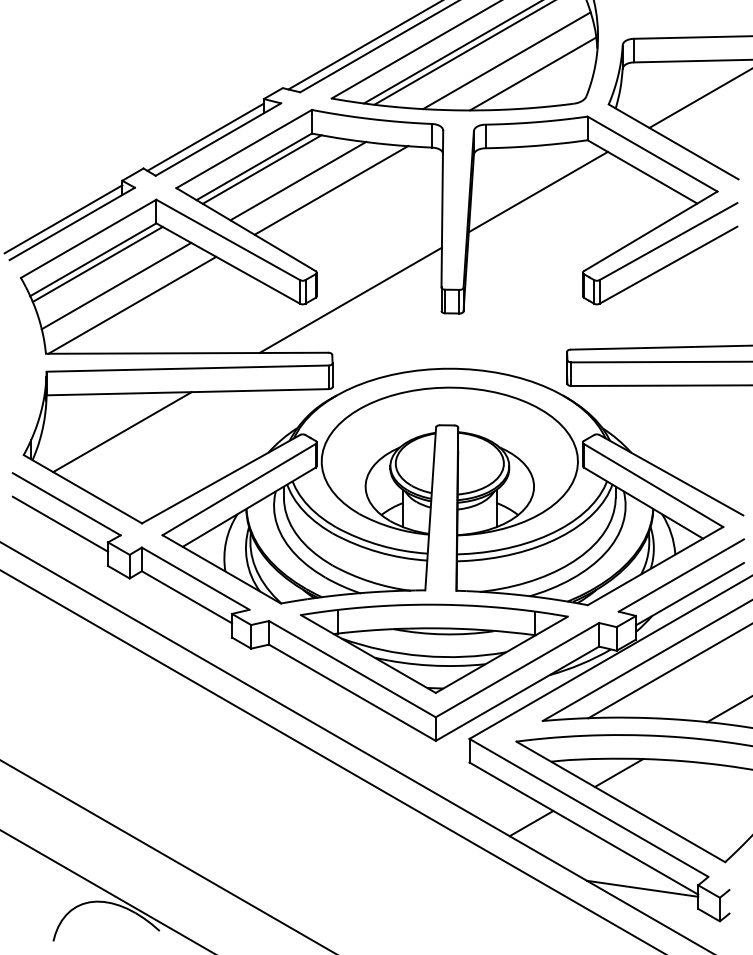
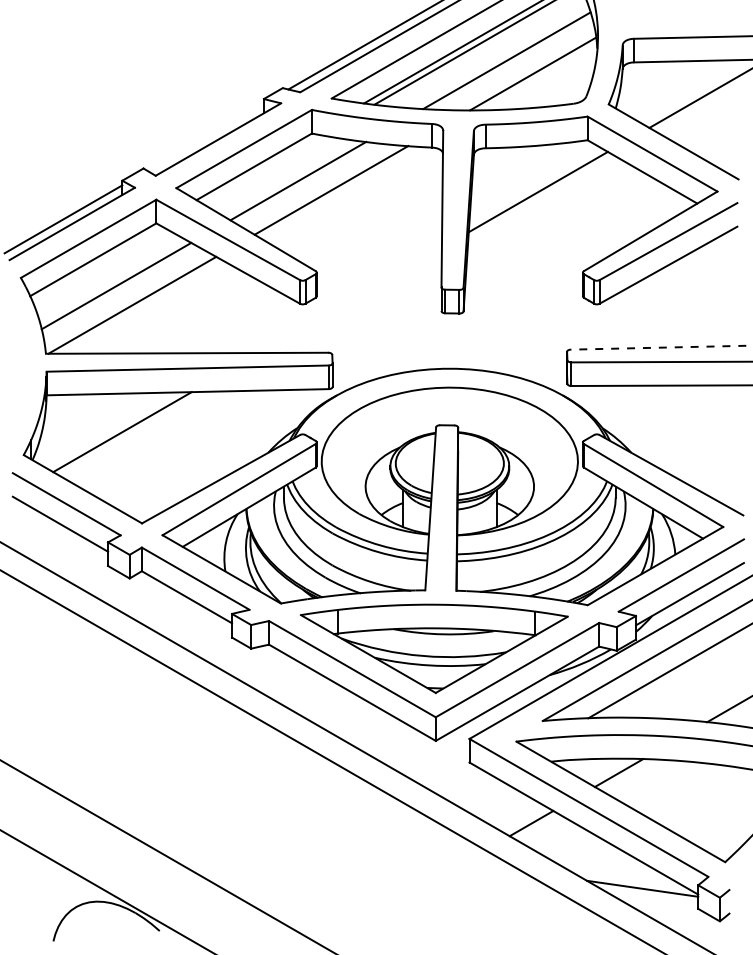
line at (205, 136): present -> none
line at (261, 169): present -> none
line at (97, 263): present -> none
line at (350, 300): present -> none
line at (661, 347): solid -> dashed
